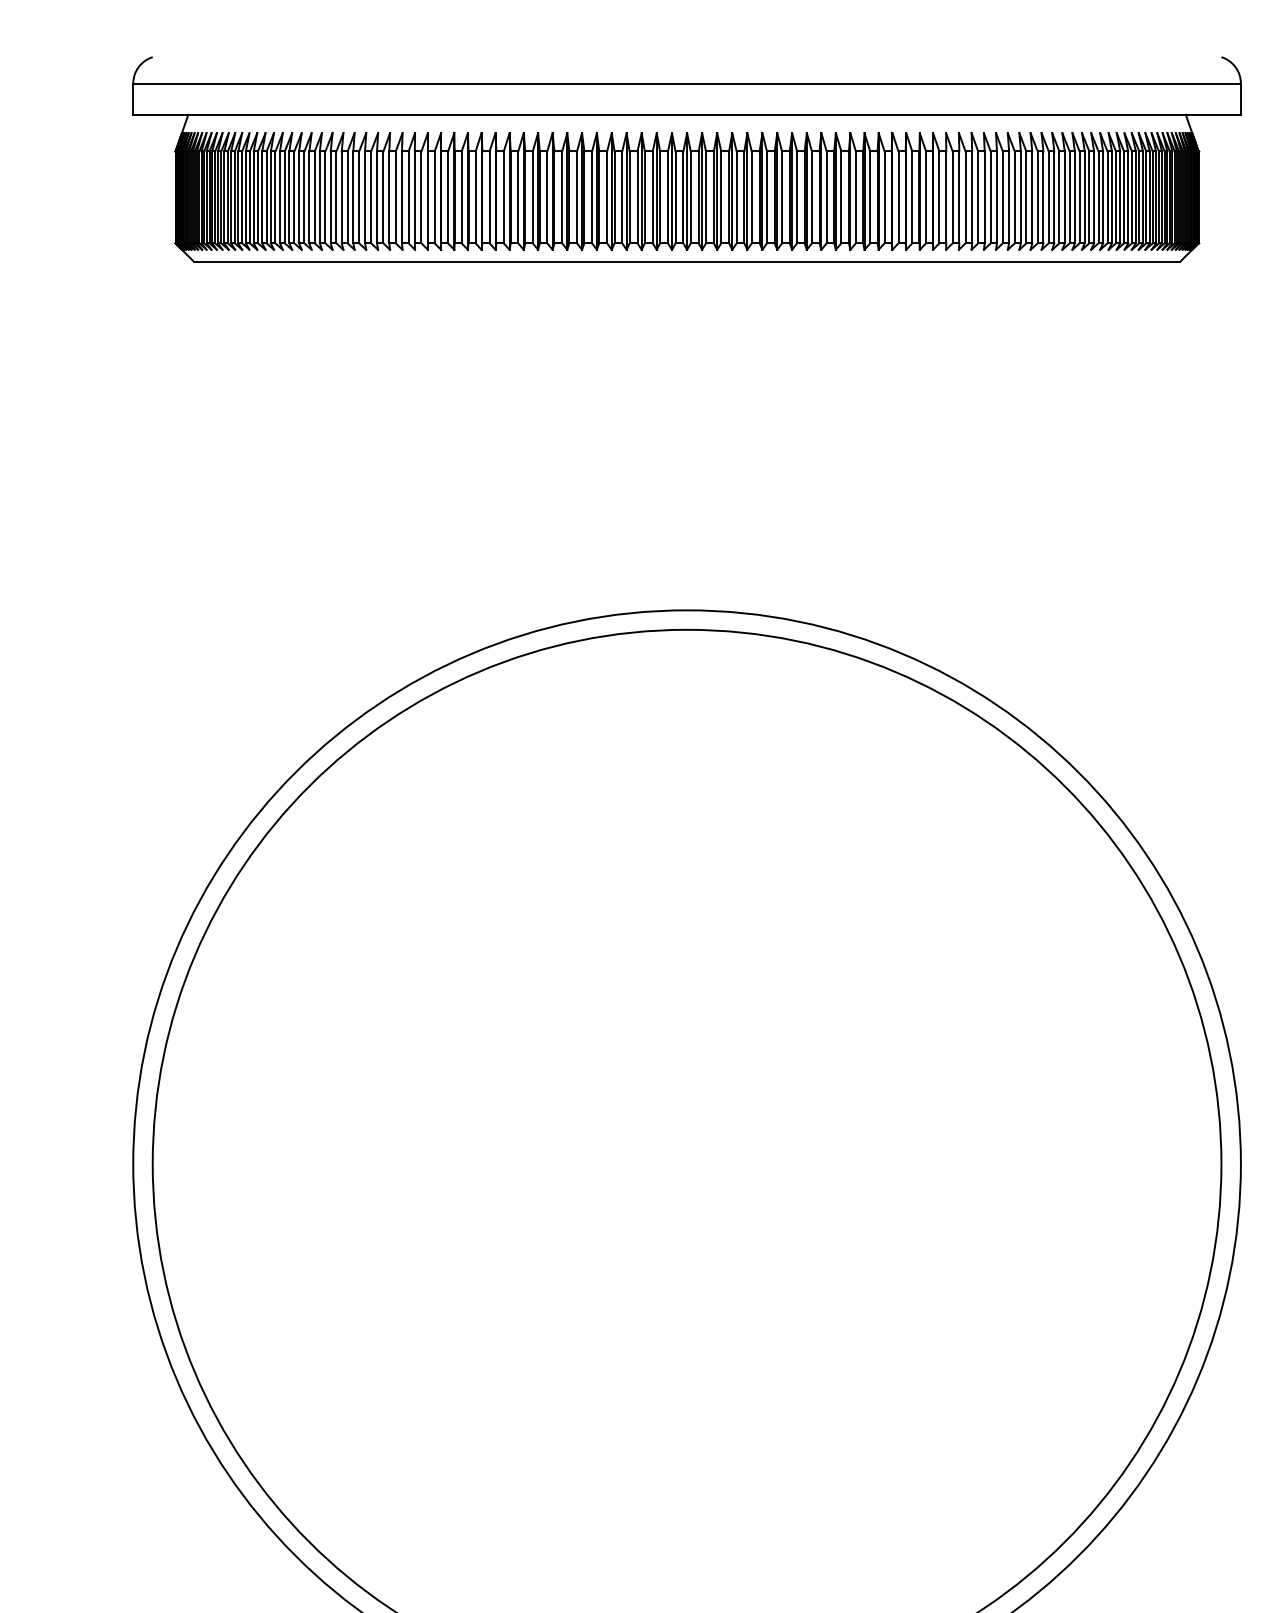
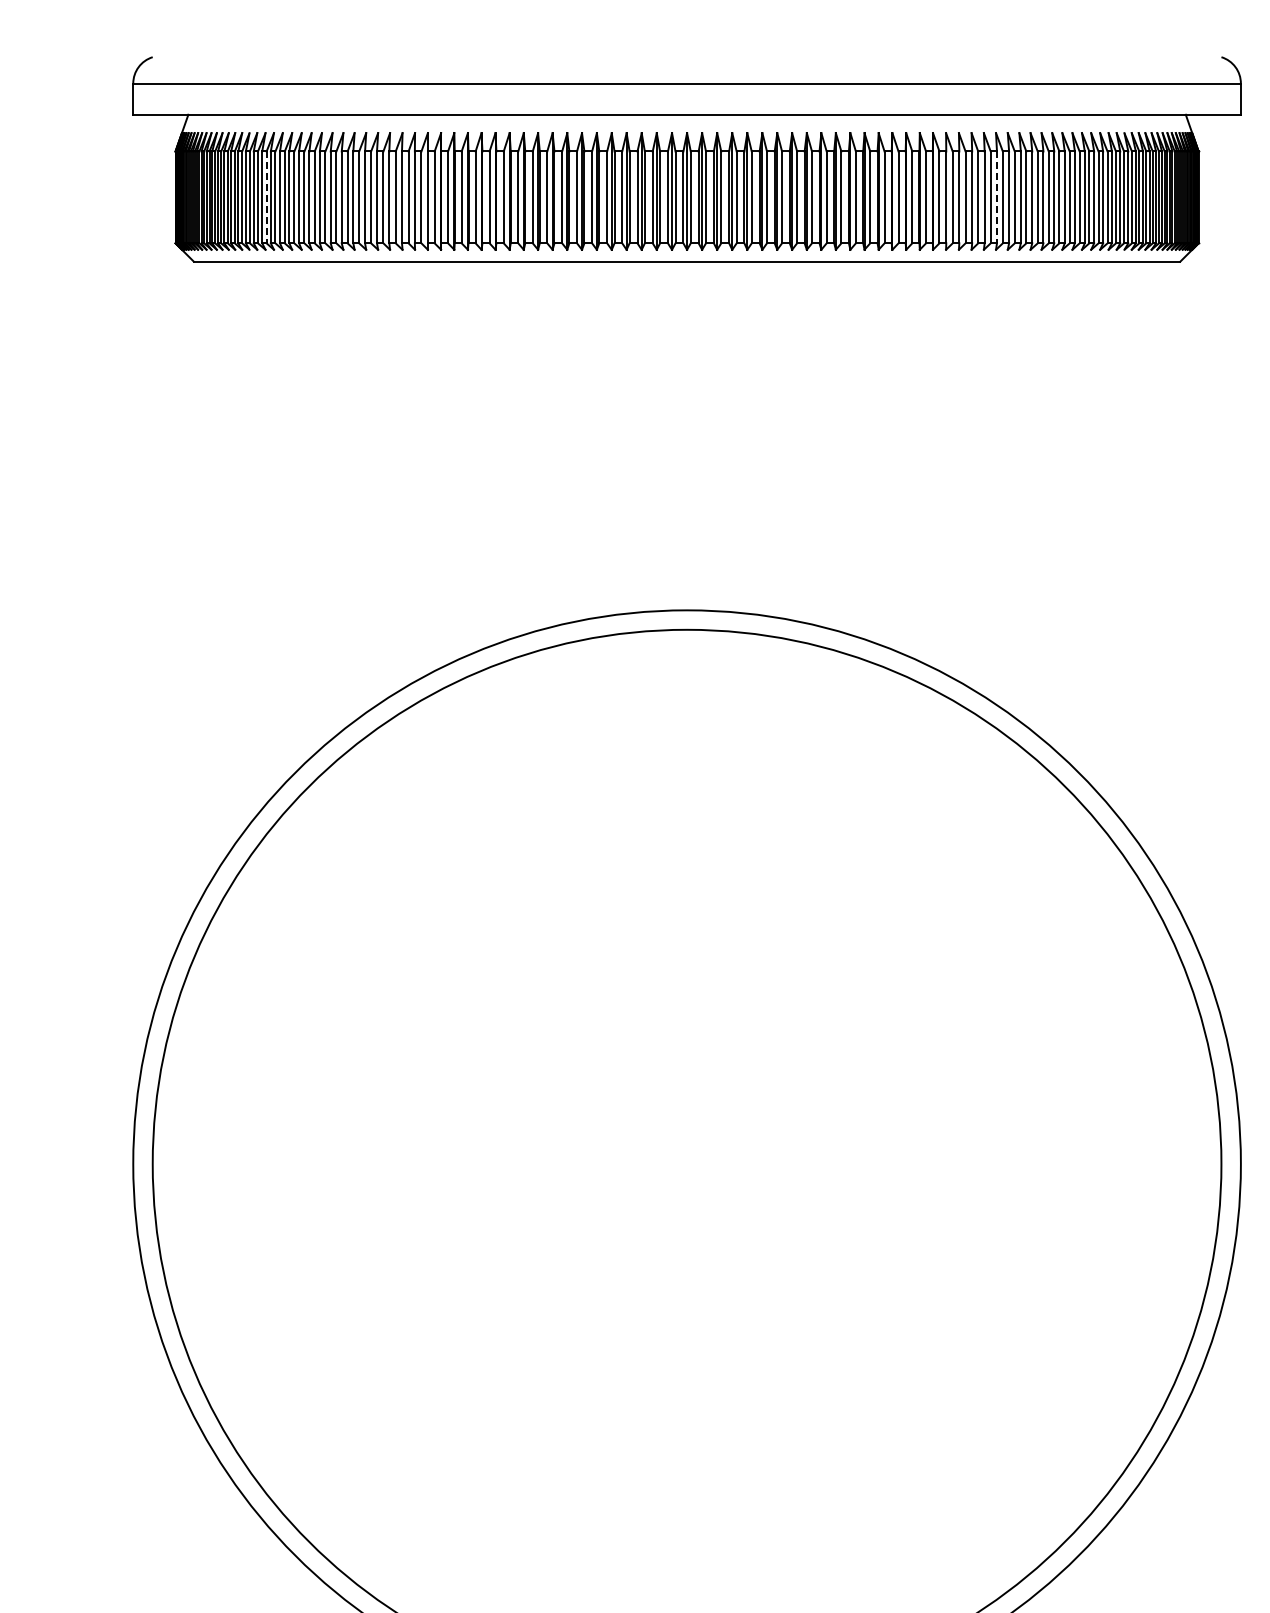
line at (266, 197): solid -> dashed
line at (996, 197): solid -> dashed
